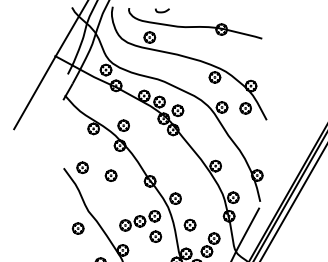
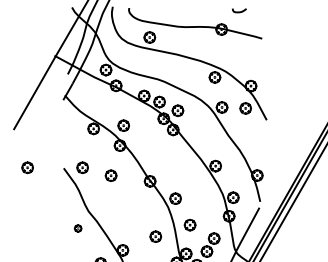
curve at (162, 11) position: (162, 11) -> (239, 11)
part at (27, 167): none -> present
part at (140, 220): present -> none
part at (77, 228) size: 14x13 px -> 9x9 px
